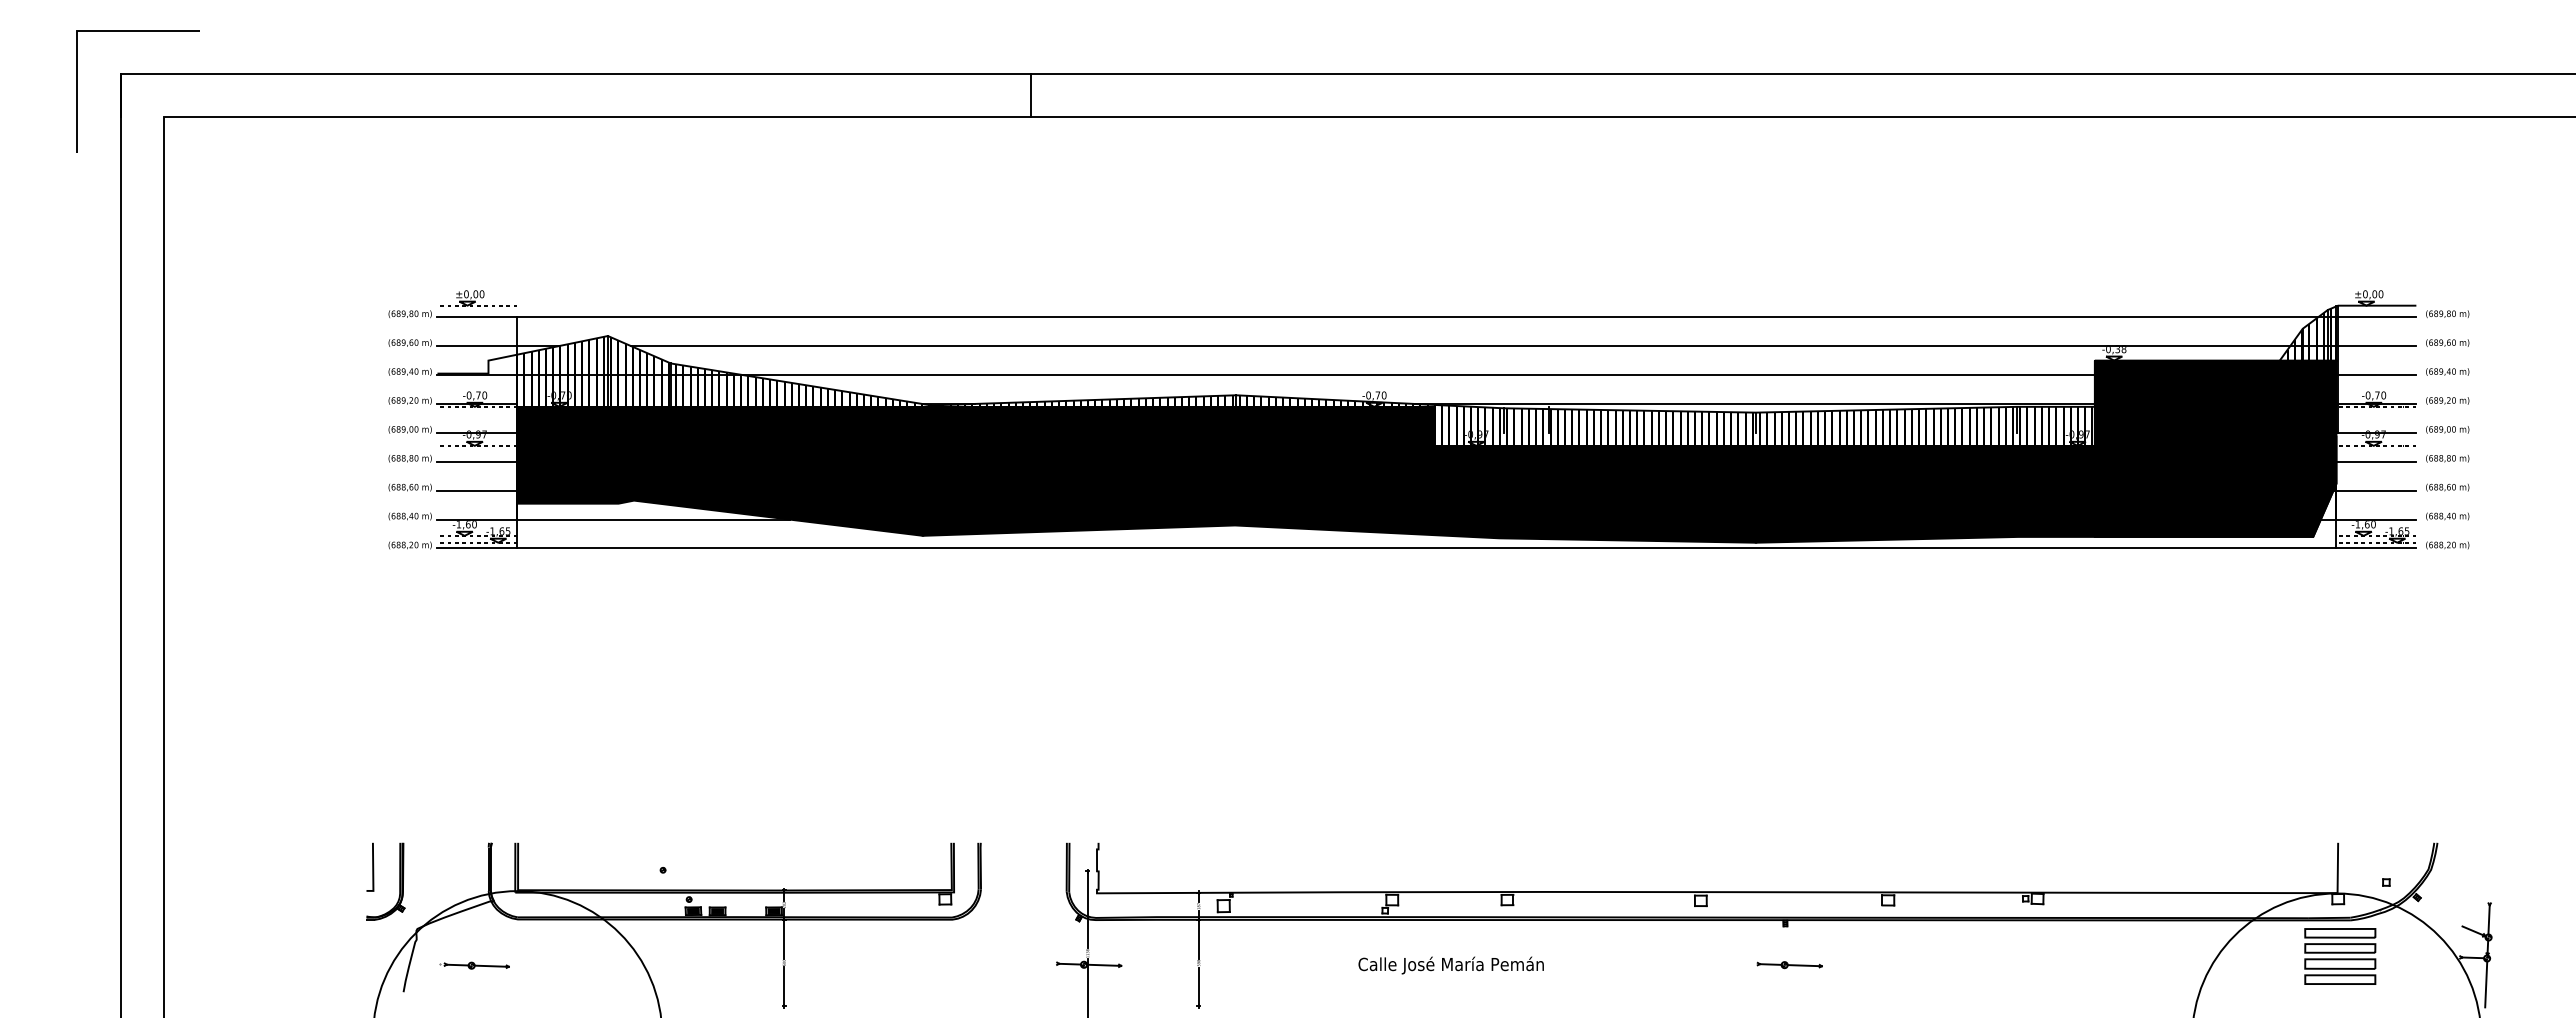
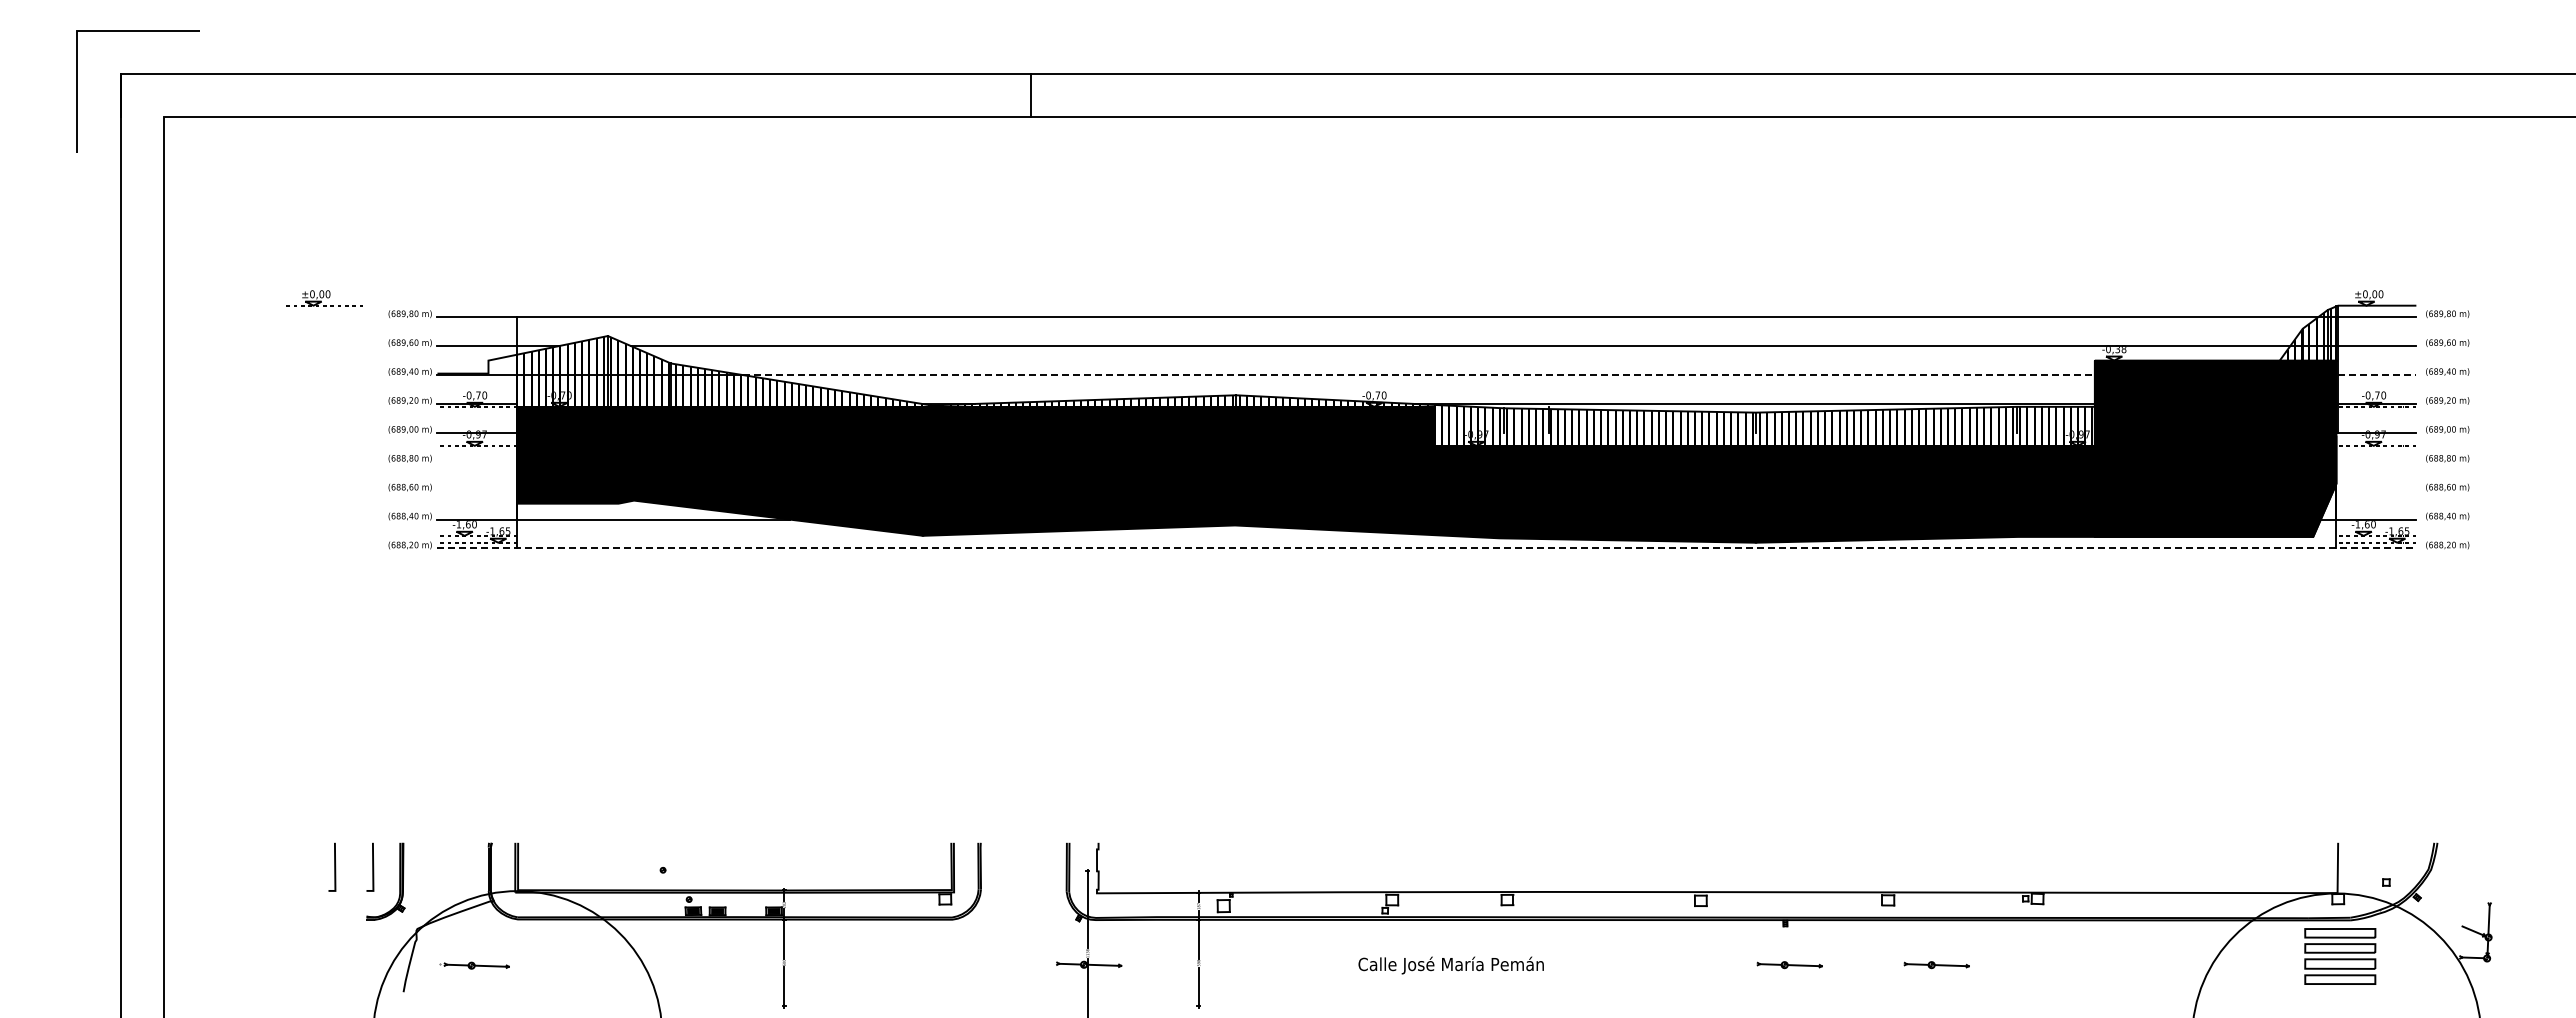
part at (478, 298) position: (478, 298) -> (324, 298)
line at (1579, 375): solid -> dashed
line at (477, 461): present -> none
line at (2376, 461): present -> none
line at (477, 490): present -> none
line at (2374, 490): present -> none
line at (1427, 548): solid -> dashed
line at (334, 866): none -> present
part at (1936, 965): none -> present
line at (2486, 984): present -> none
